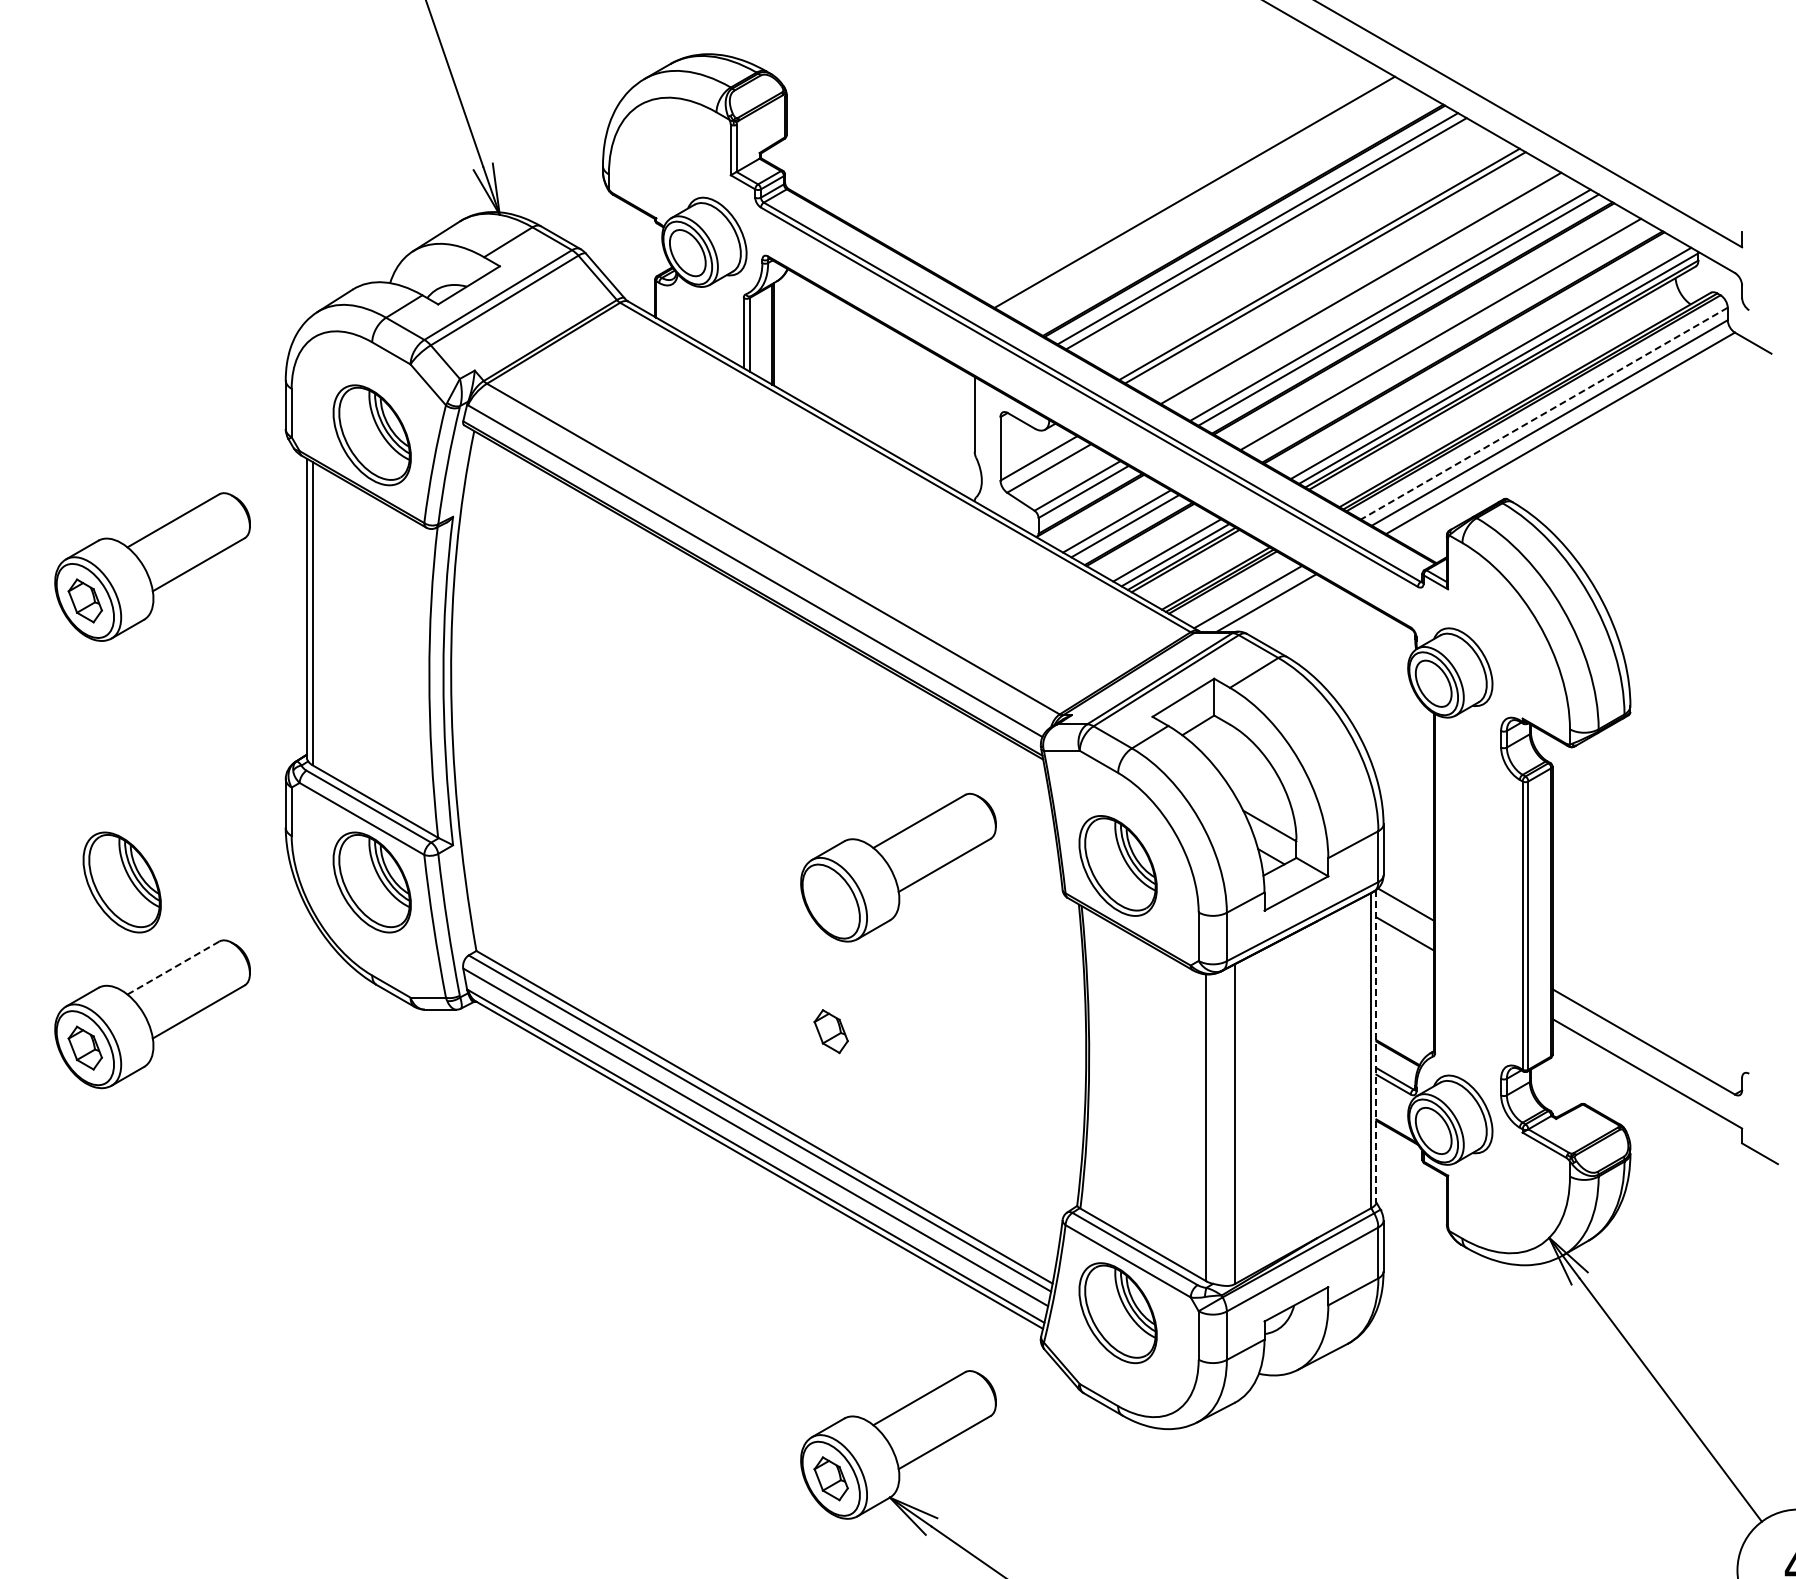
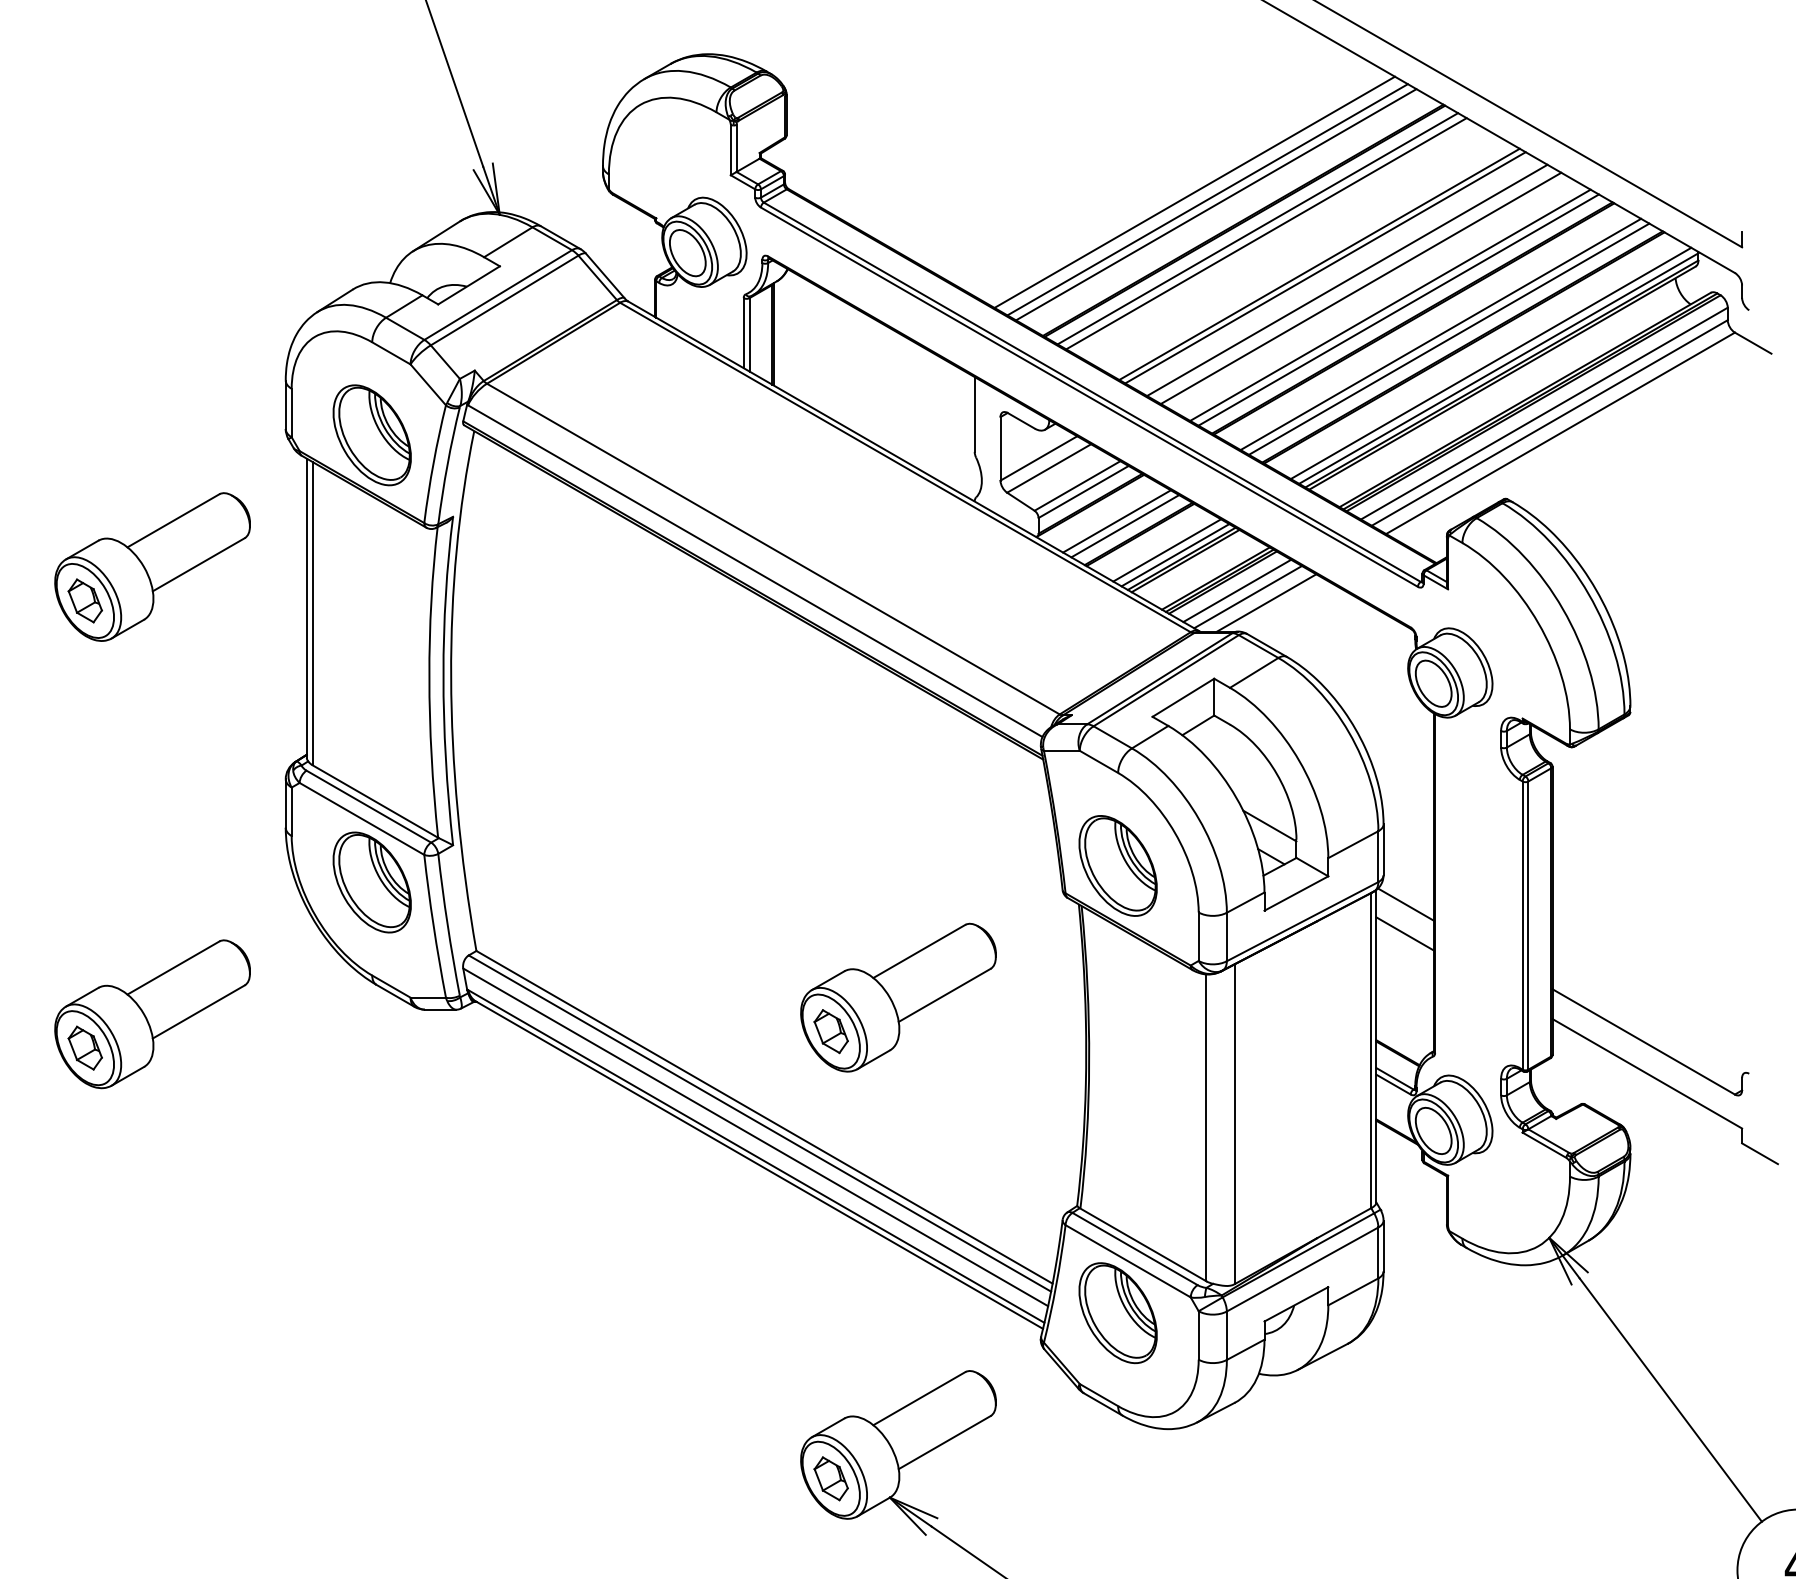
line at (1207, 199): none -> present
line at (1216, 204): none -> present
line at (1347, 280): none -> present
line at (1448, 338): none -> present
line at (1544, 413): dashed -> solid
line at (1237, 590): none -> present
part at (898, 867) position: (898, 867) -> (898, 997)
part at (121, 882): present -> none
line at (173, 967): dashed -> solid
line at (1376, 1046): dashed -> solid
